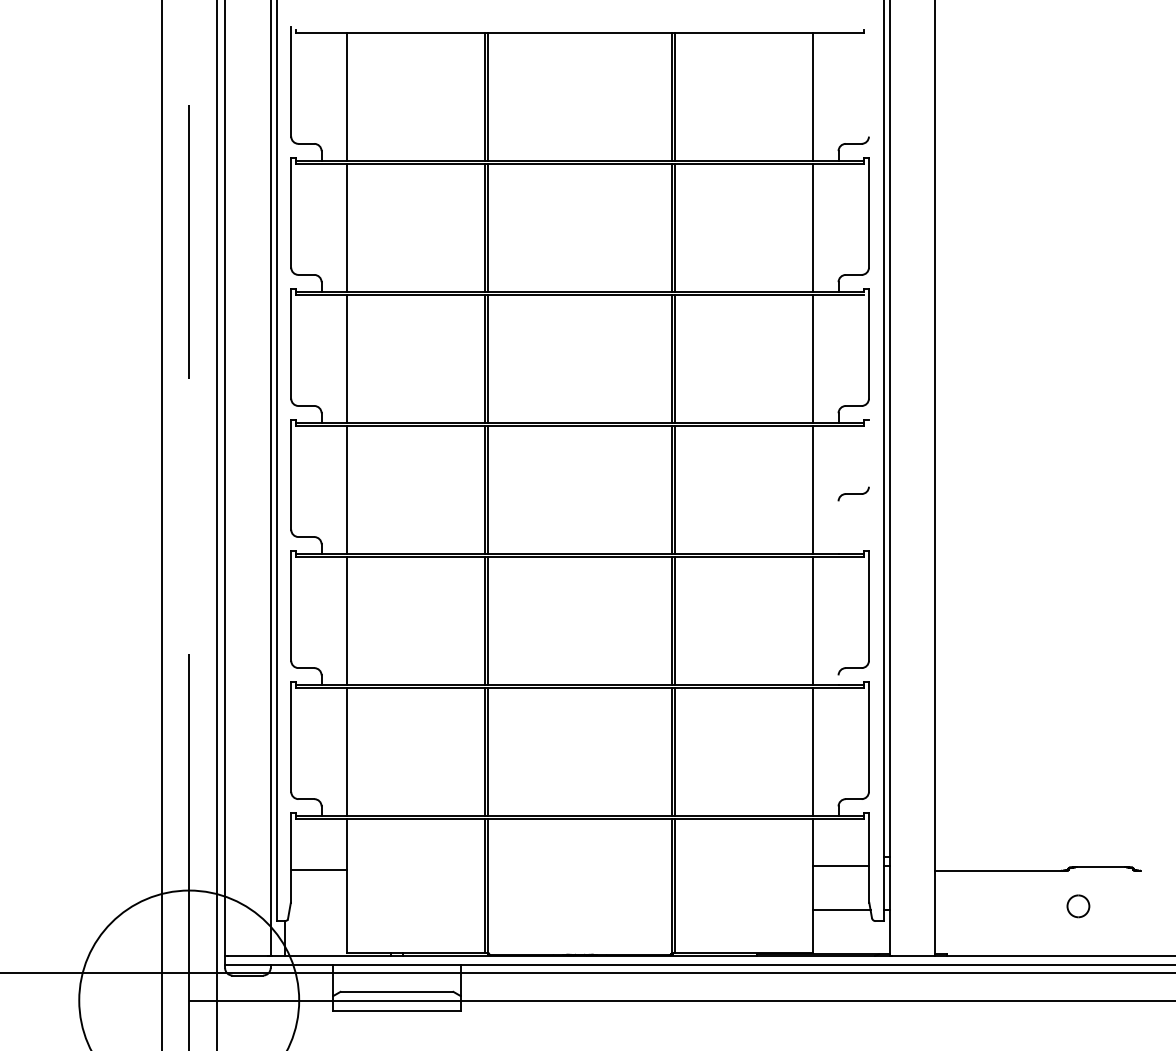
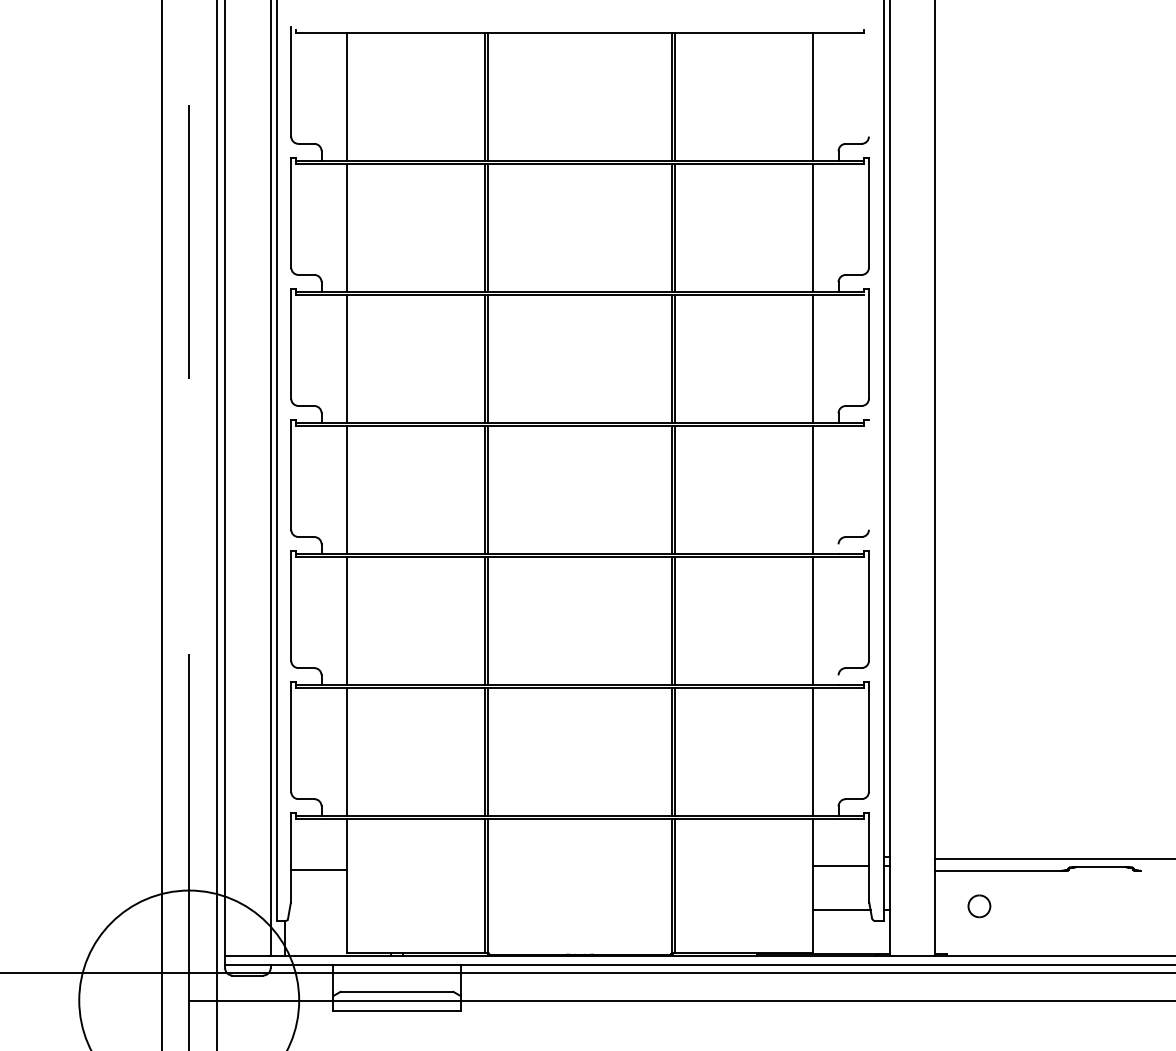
part at (853, 493) position: (853, 493) -> (853, 536)
line at (1053, 859): none -> present
part at (1078, 906) position: (1078, 906) -> (979, 906)
